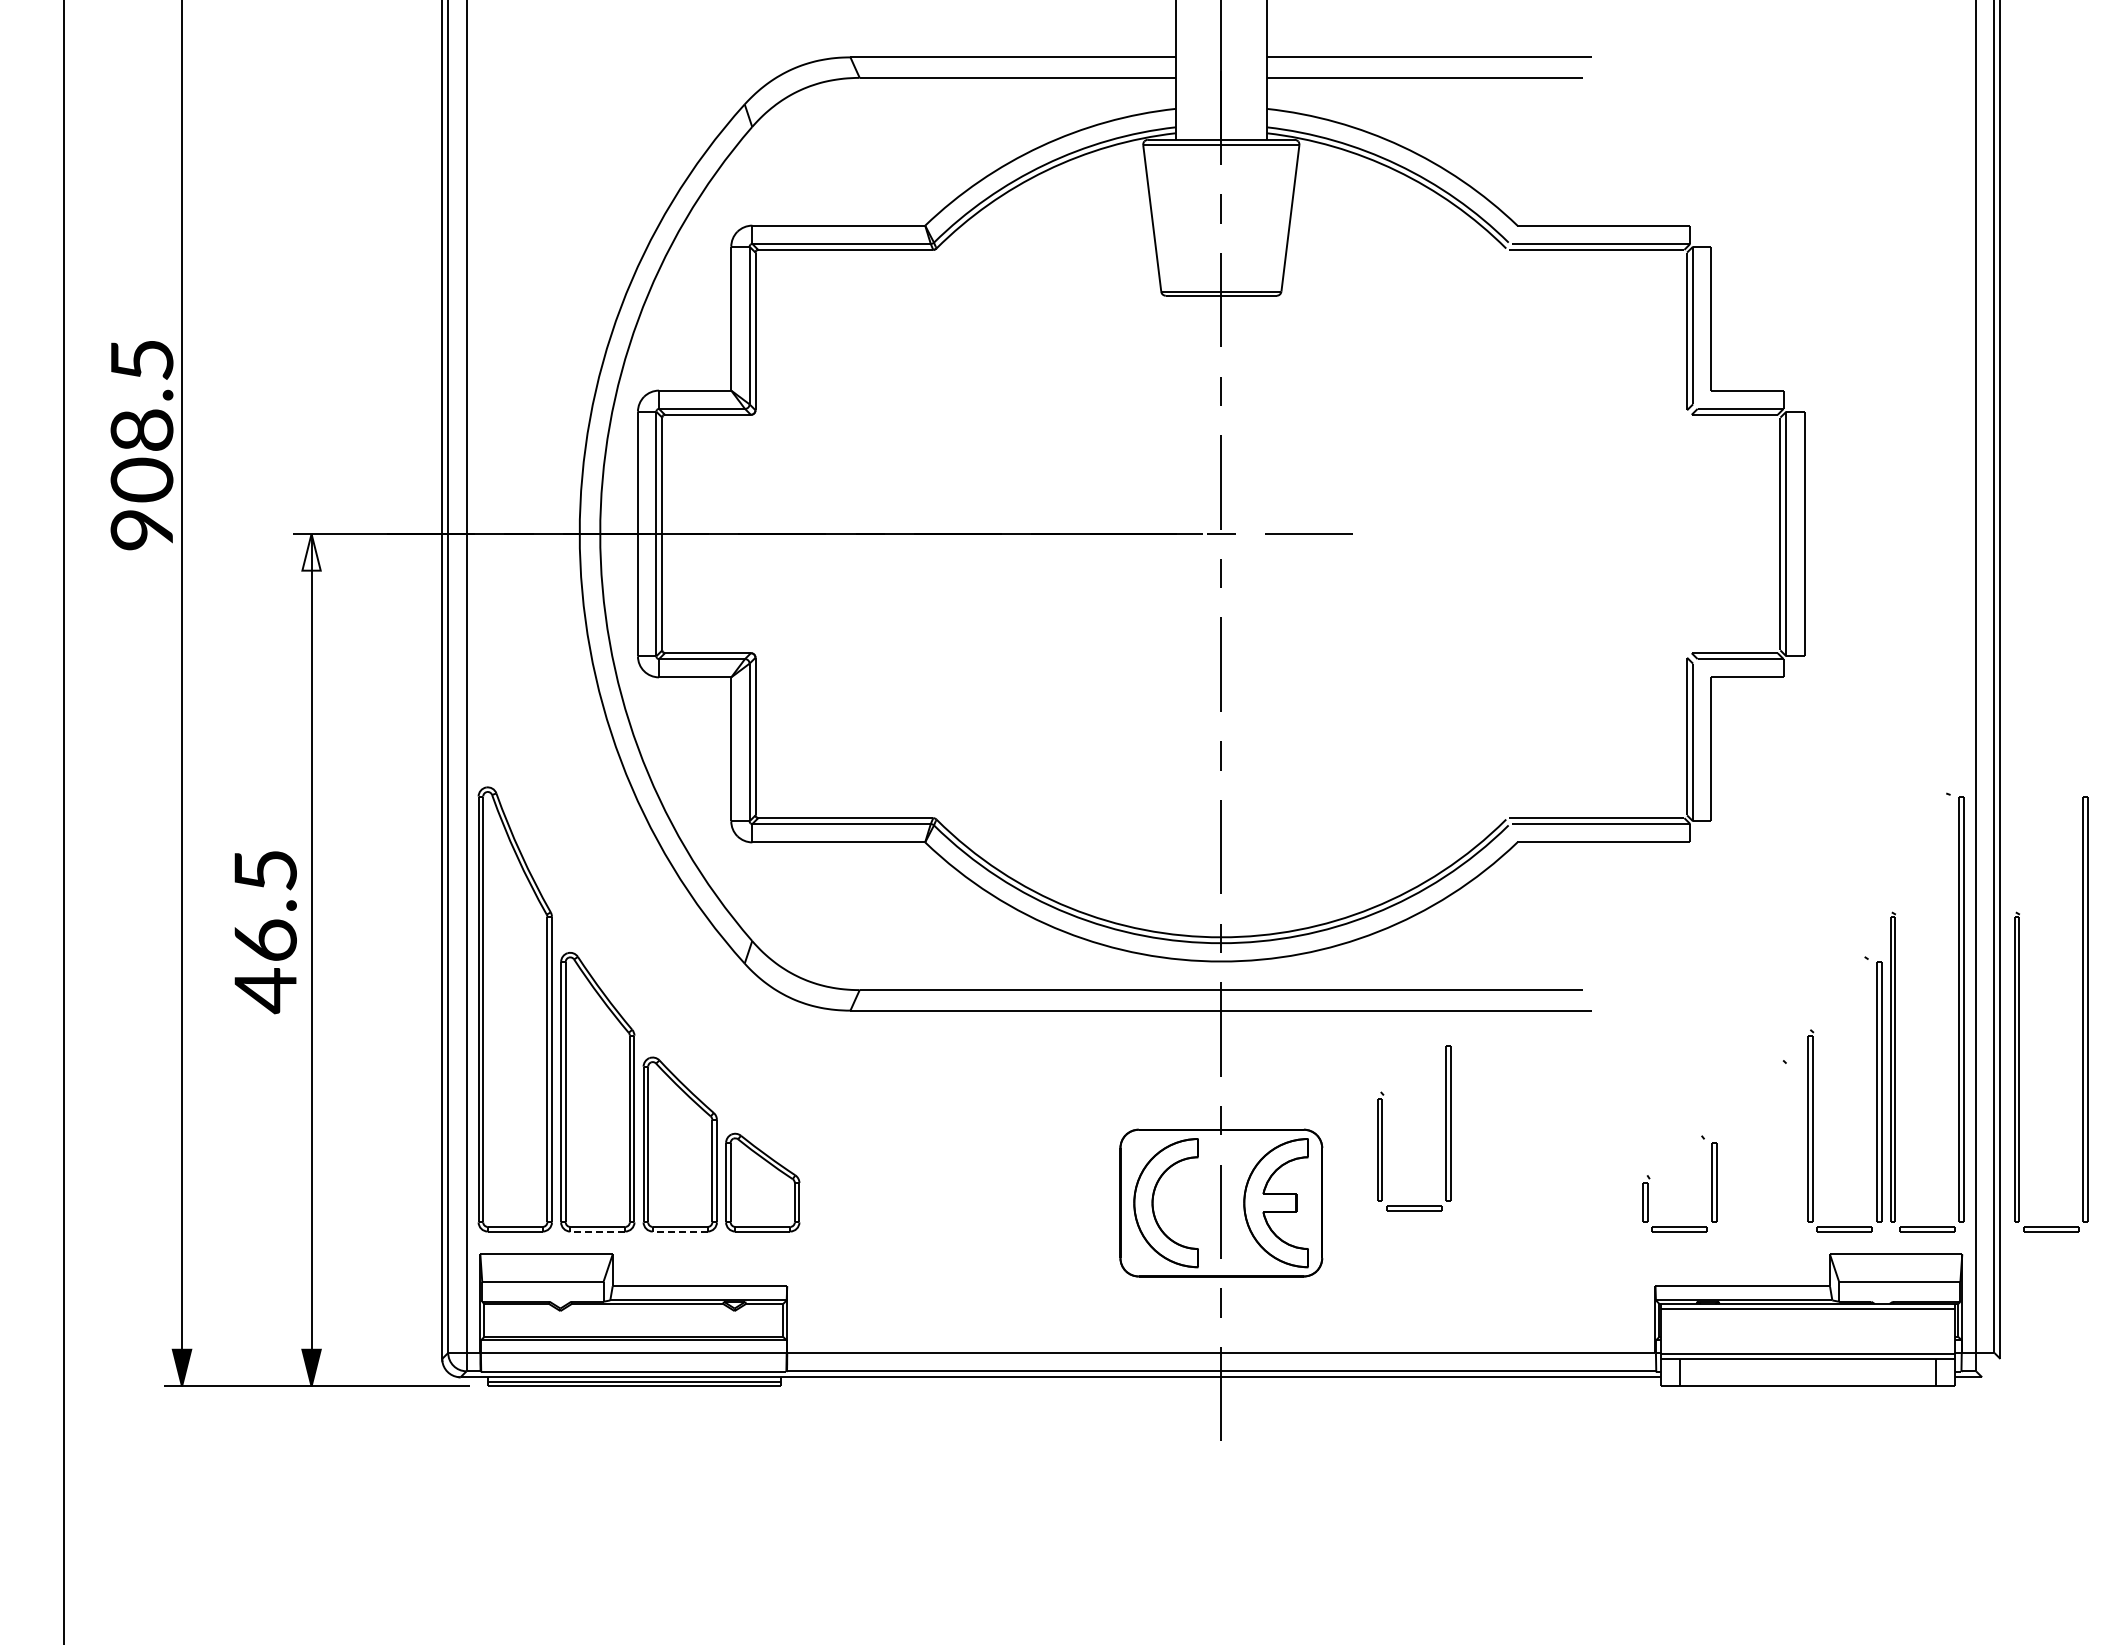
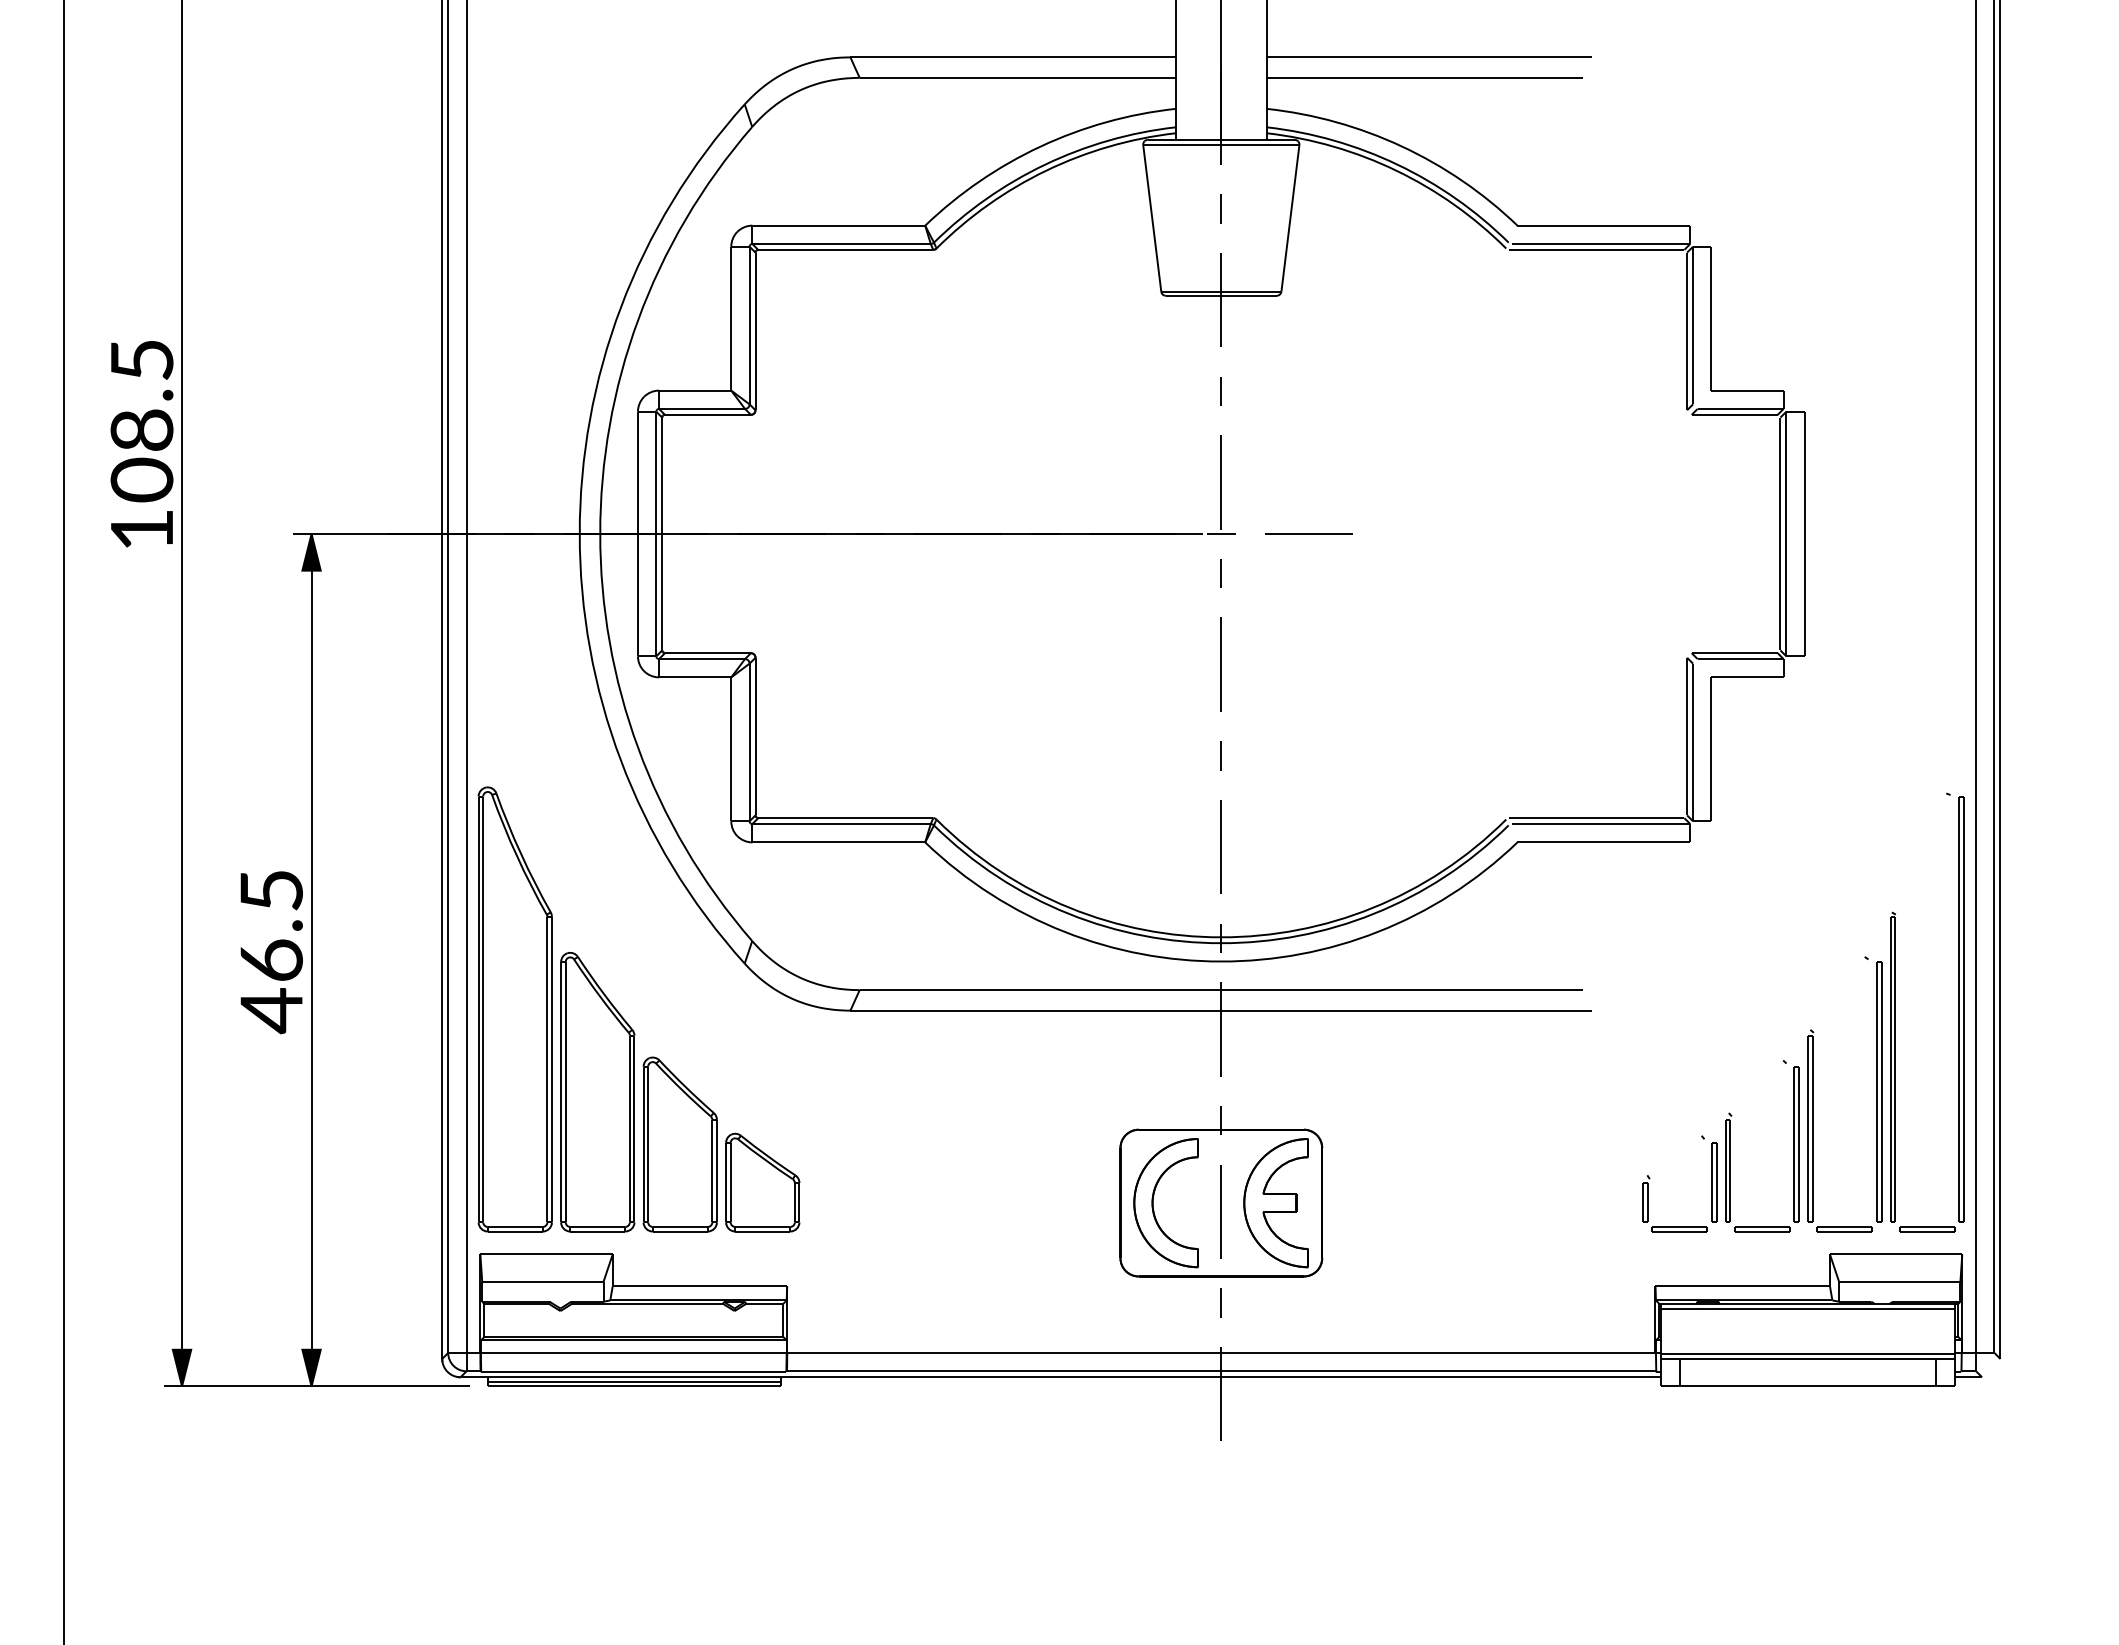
text at (141, 530): 908.5 -> 108.5
fill at (311, 552): none -> present
text at (265, 932) position: (265, 932) -> (271, 952)
part at (2082, 1014): present -> none
part at (1445, 1128) position: (1445, 1128) -> (1793, 1149)
line at (597, 1231): dashed -> solid
line at (680, 1231): dashed -> solid
